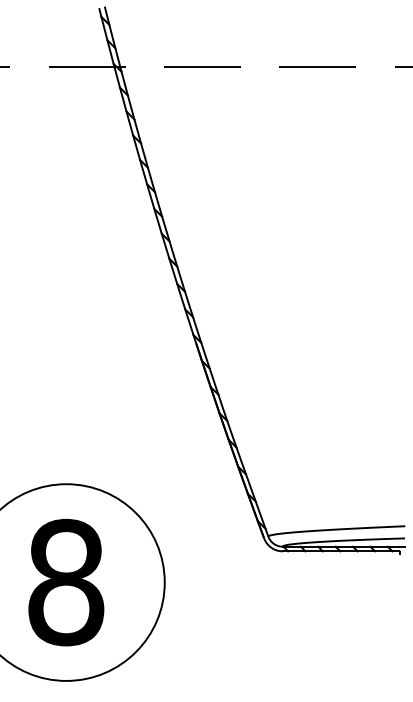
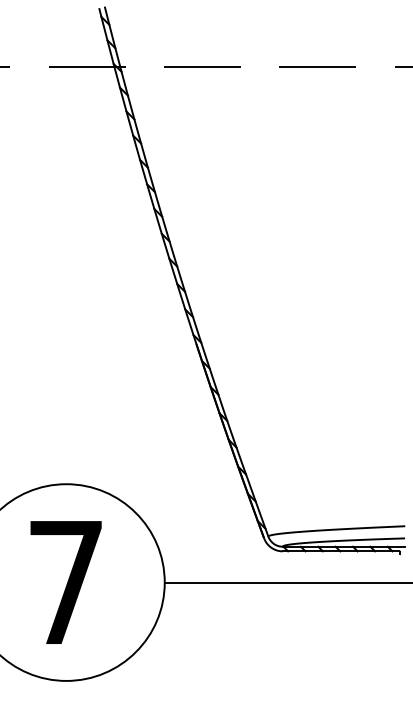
text at (66, 582): 8 -> 7
line at (286, 582): none -> present
